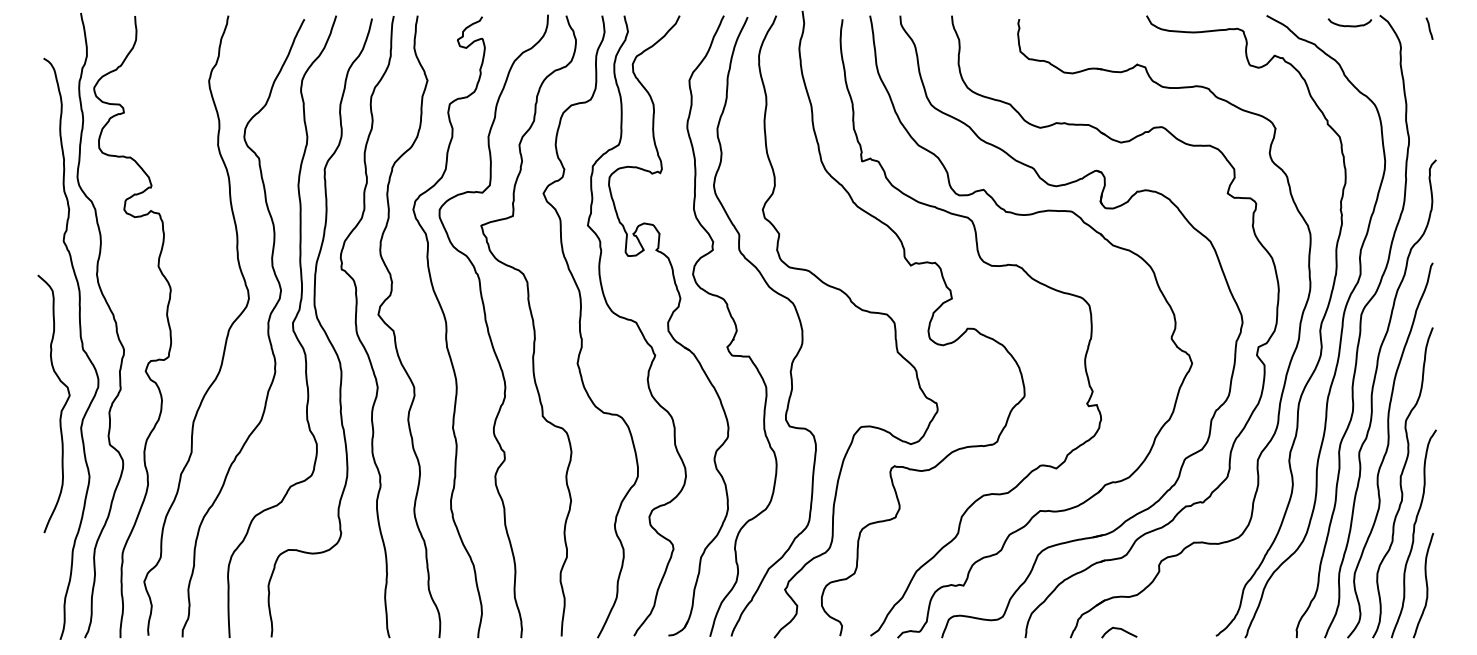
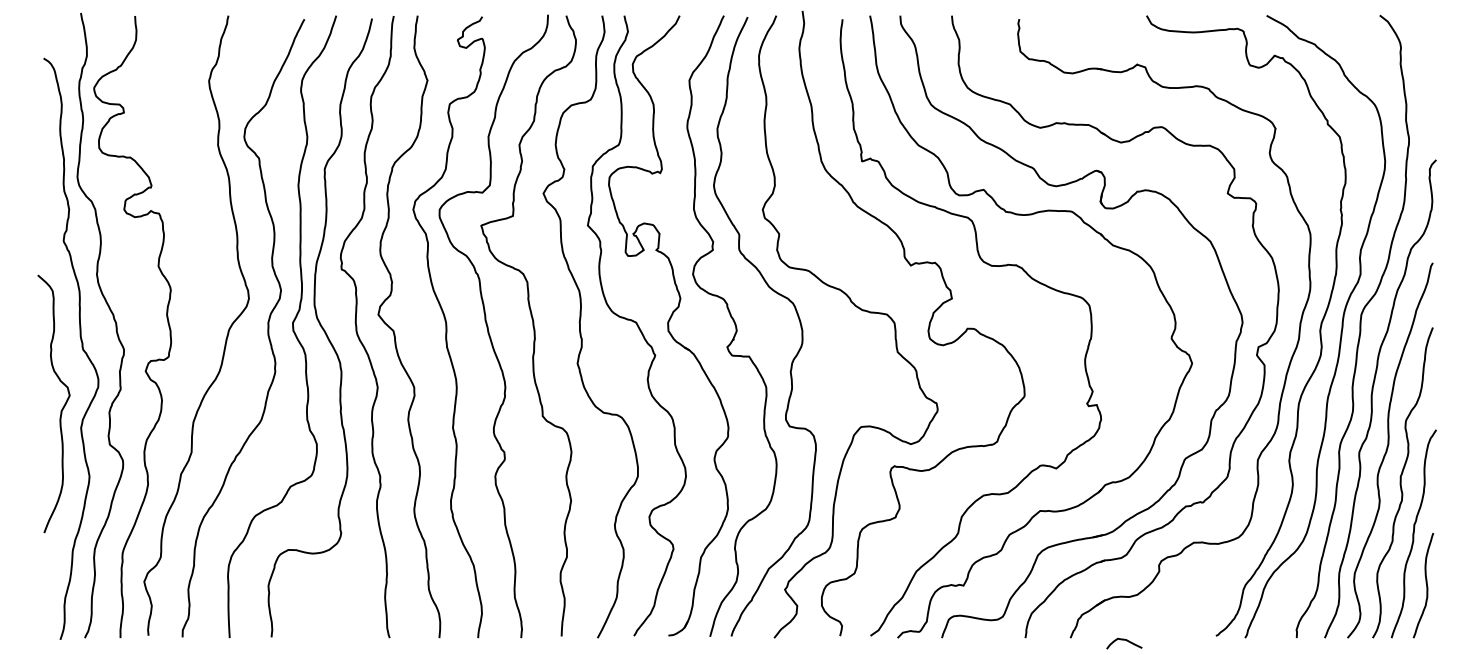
curve at (1349, 25): present -> none
line at (1429, 28): present -> none
curve at (1121, 630) position: (1121, 630) -> (1126, 641)
